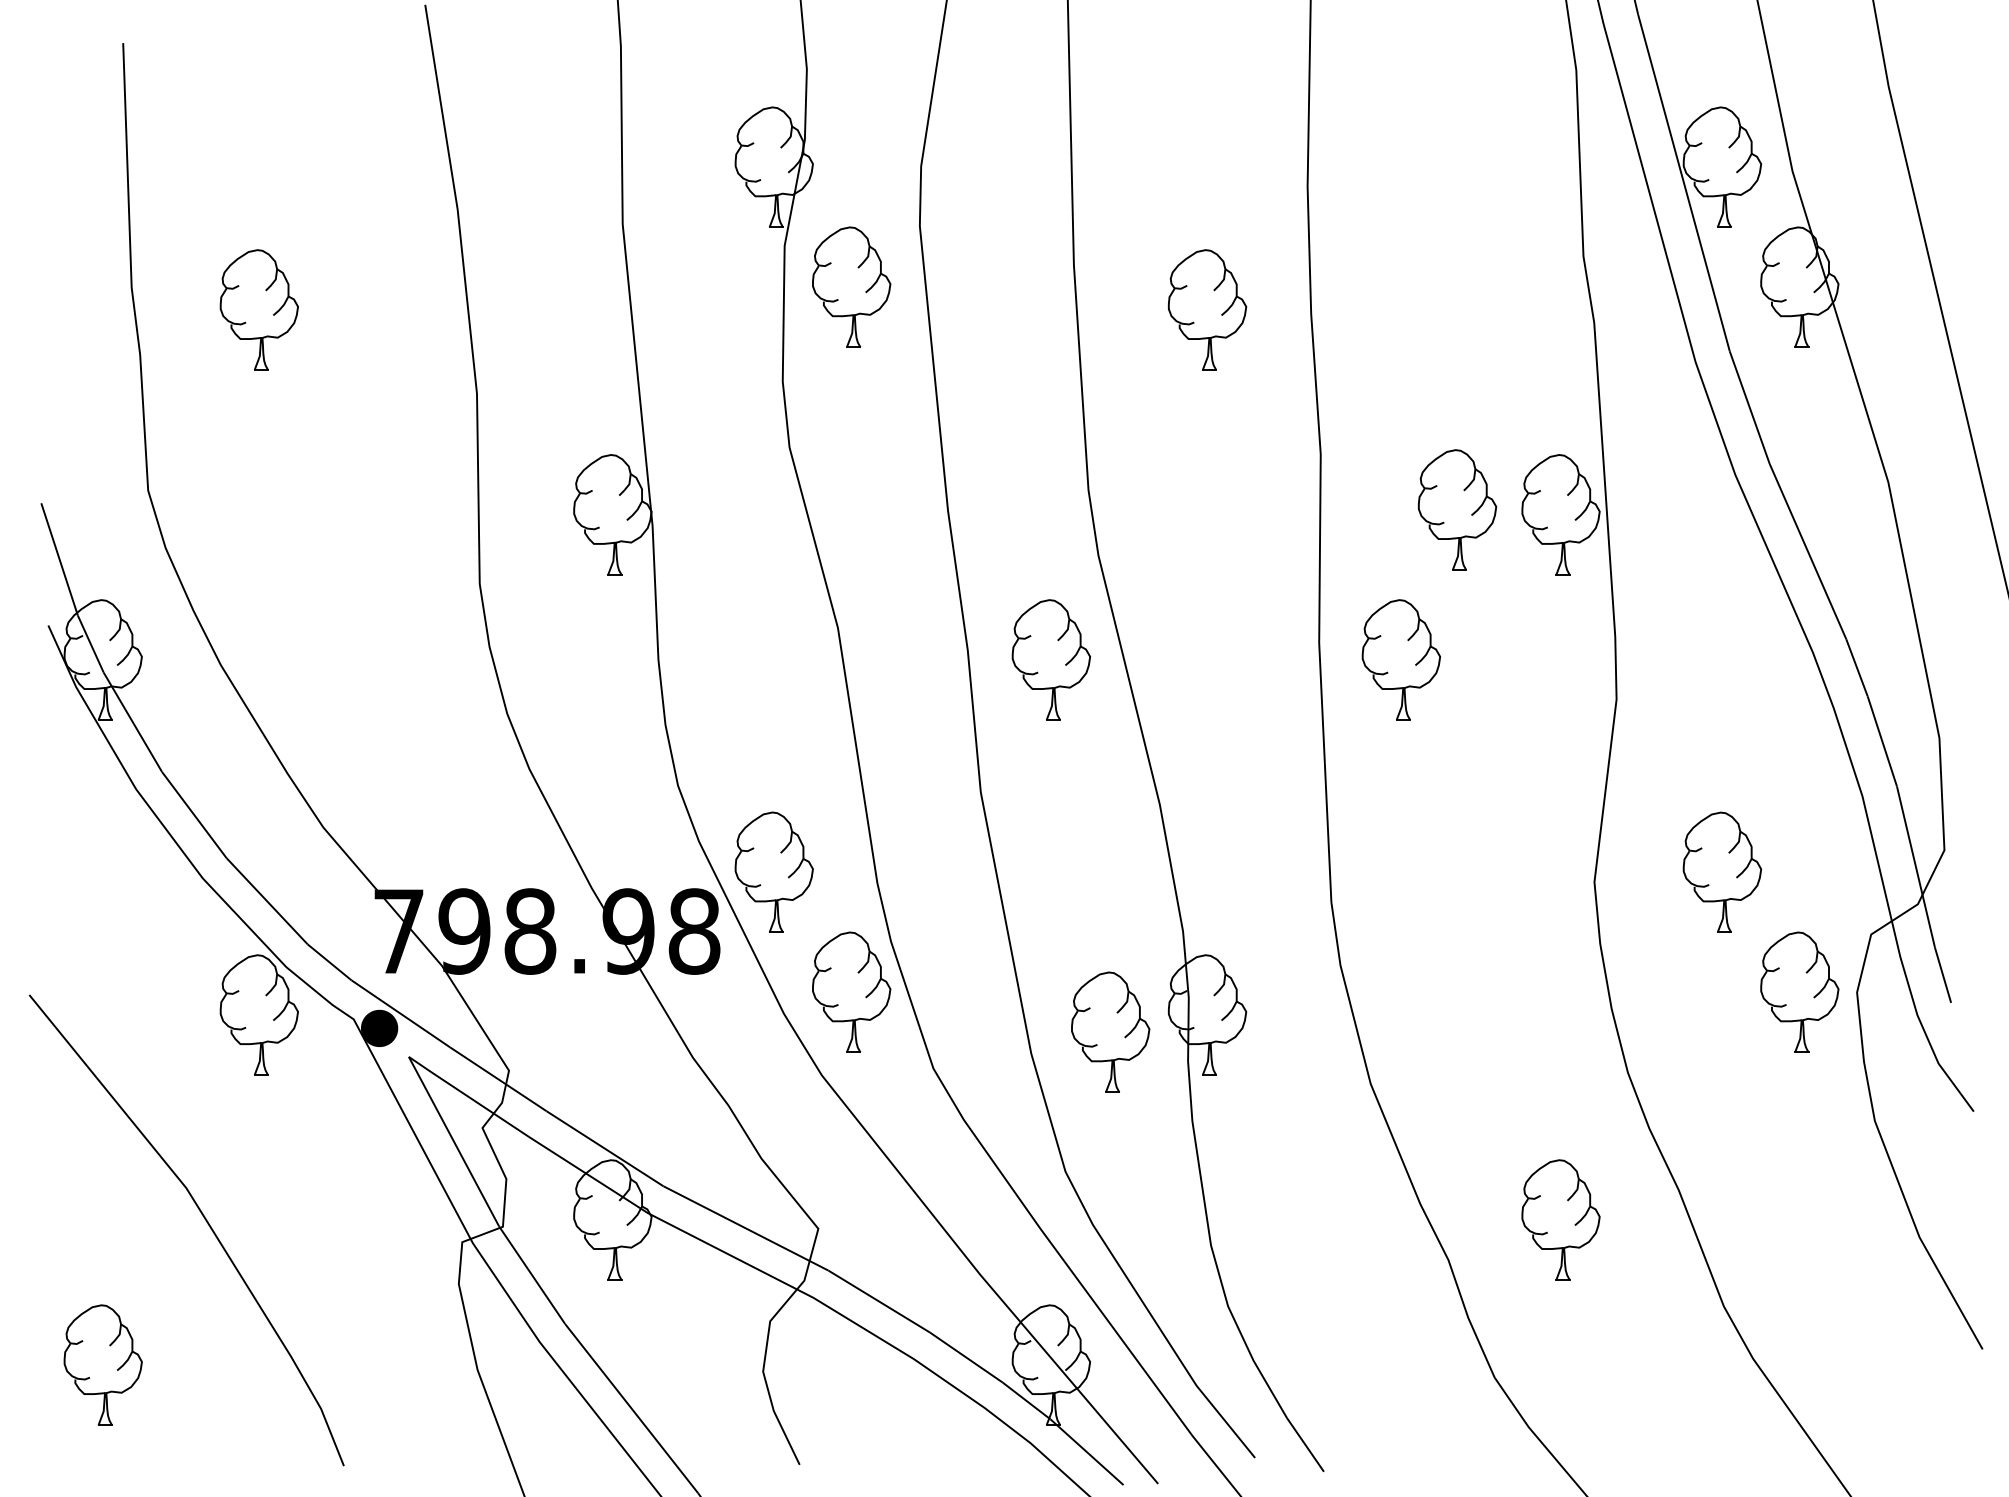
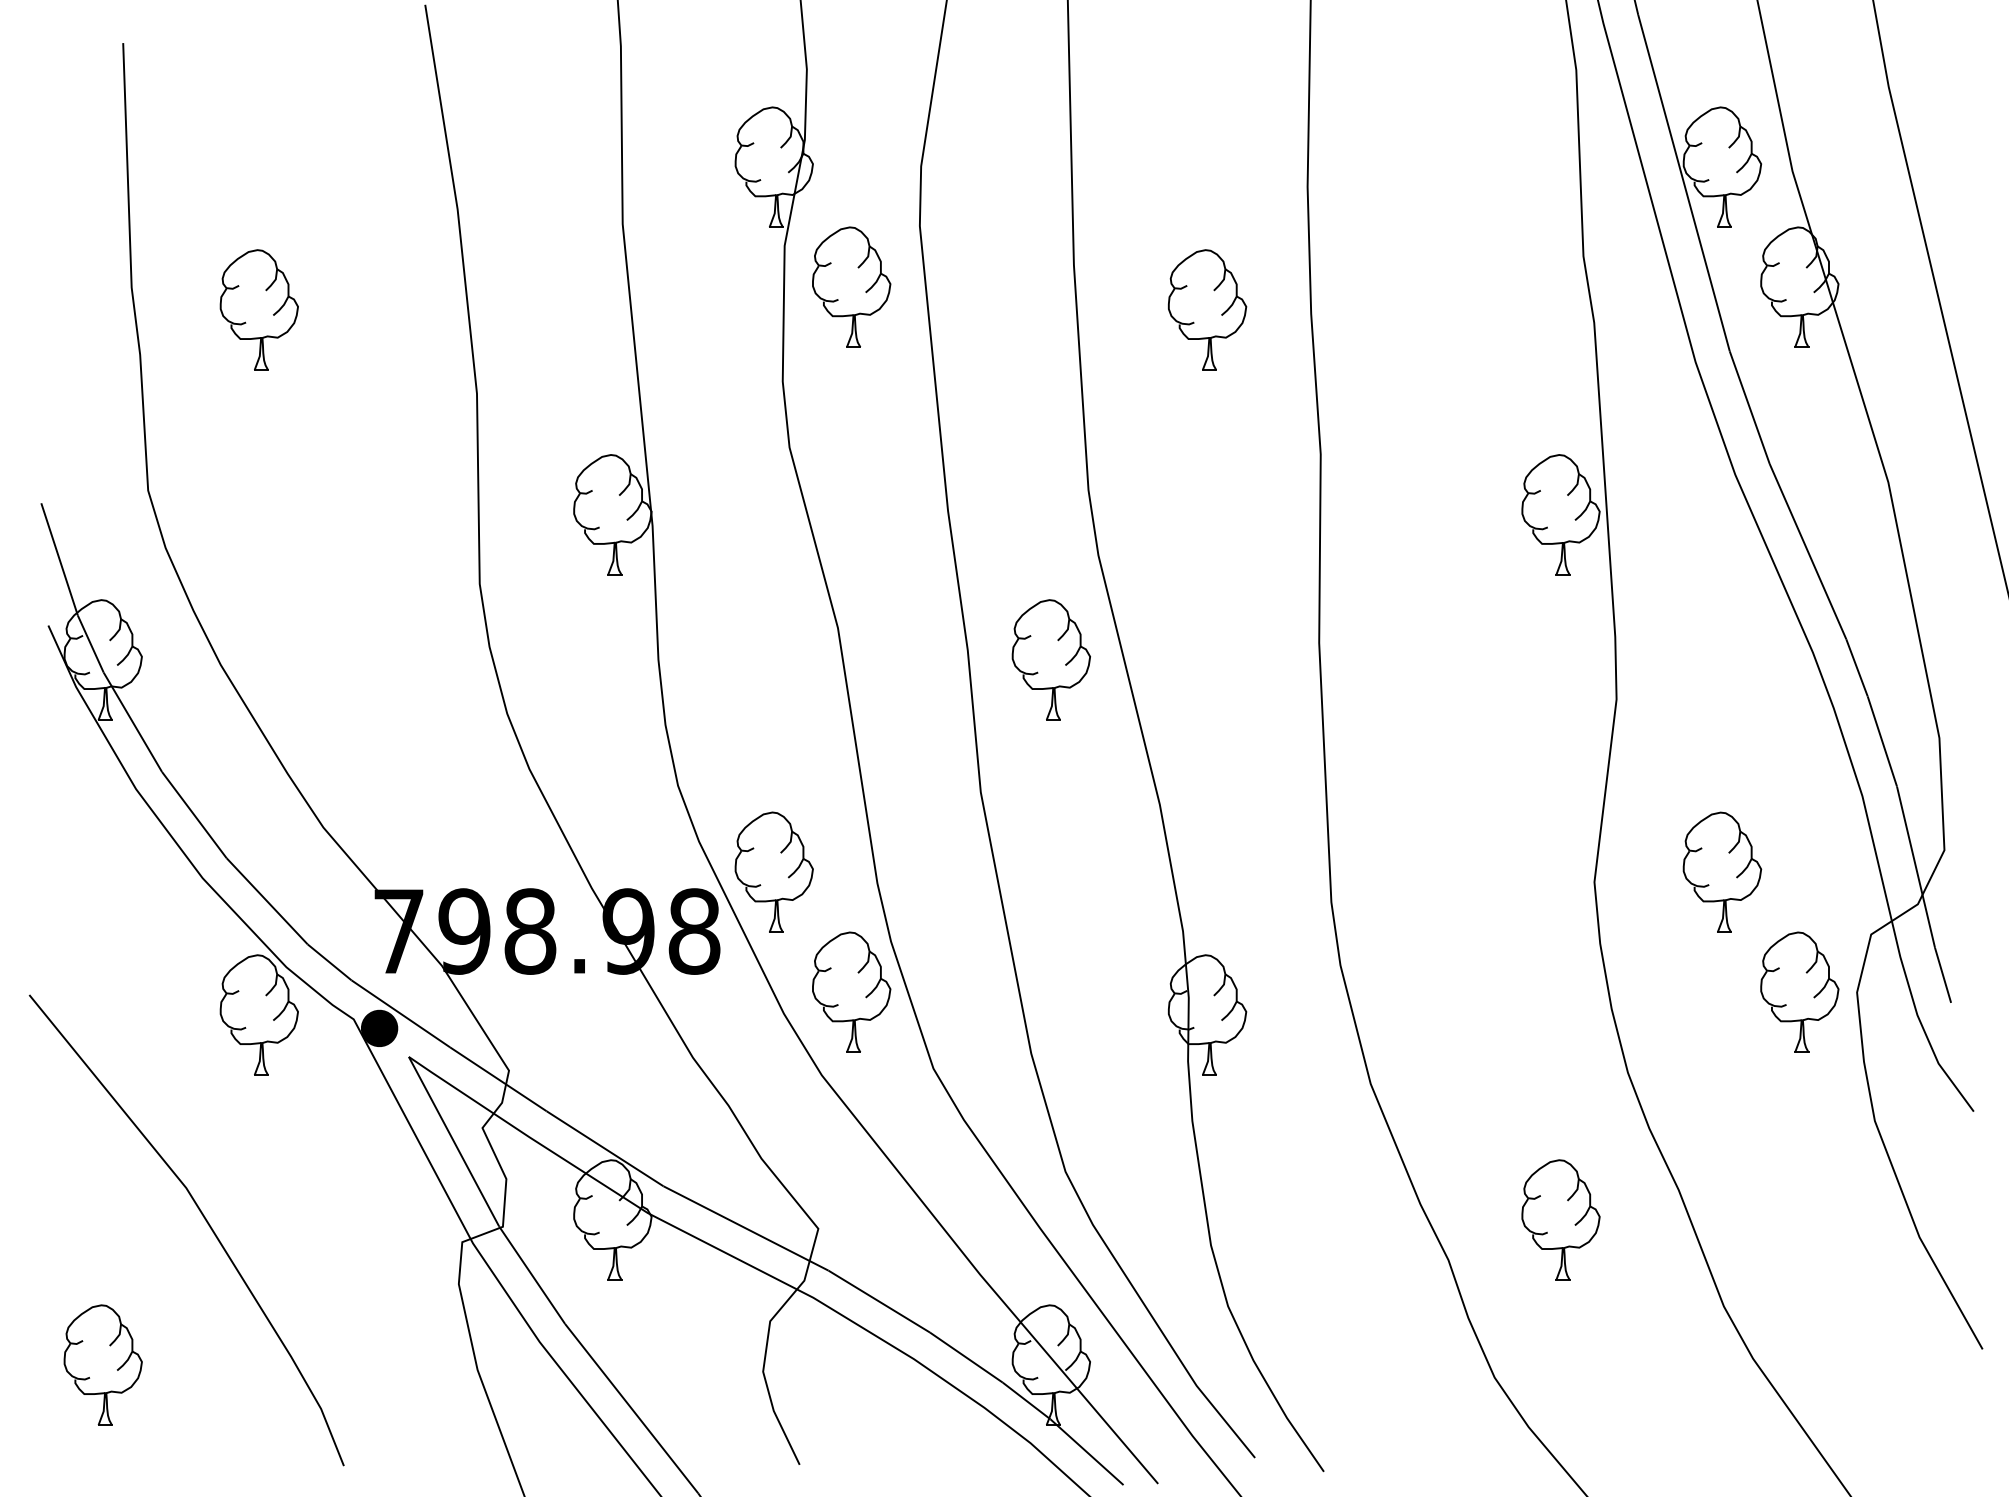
part at (1457, 509): present -> none
part at (1400, 659): present -> none
part at (1110, 1031): present -> none
